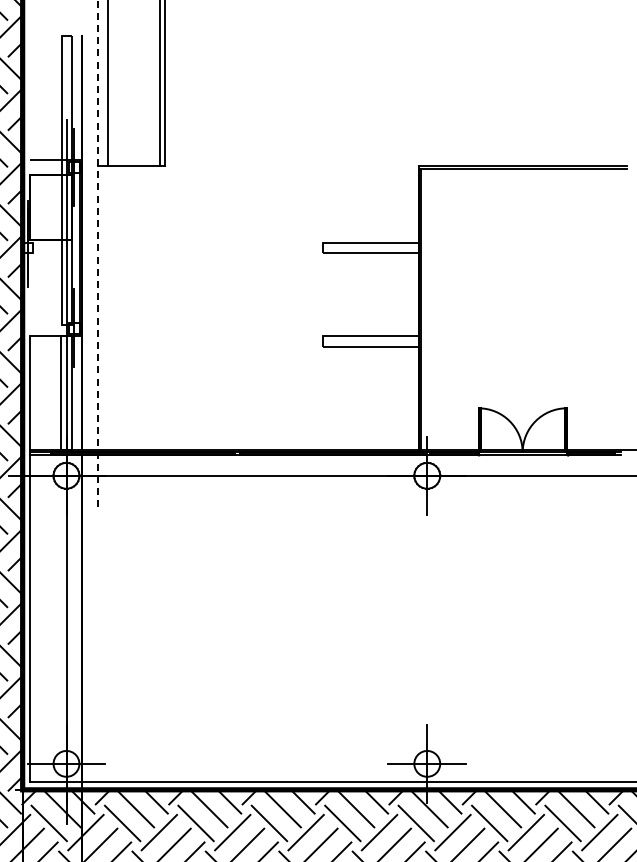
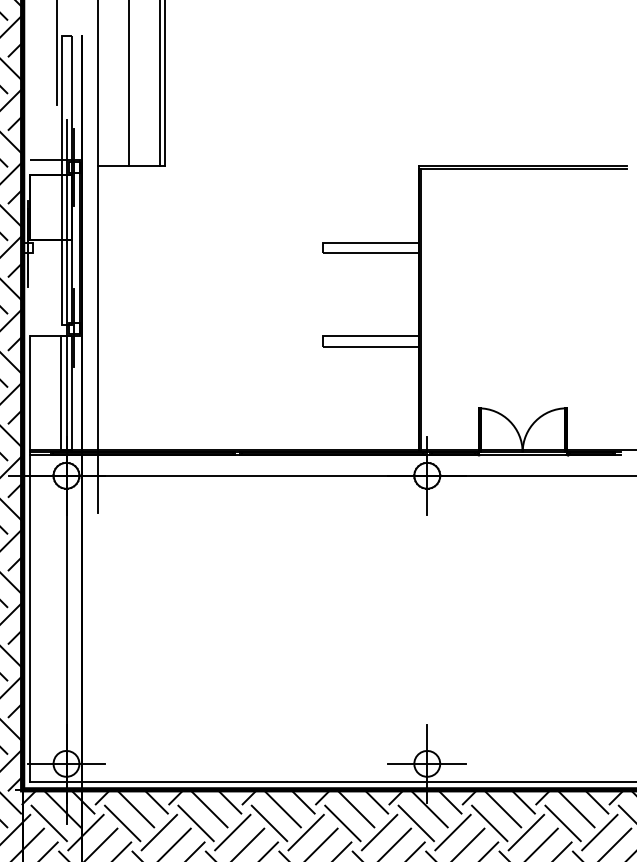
line at (56, 53): none -> present
line at (108, 83) position: (108, 83) -> (129, 83)
line at (98, 257): dashed -> solid
